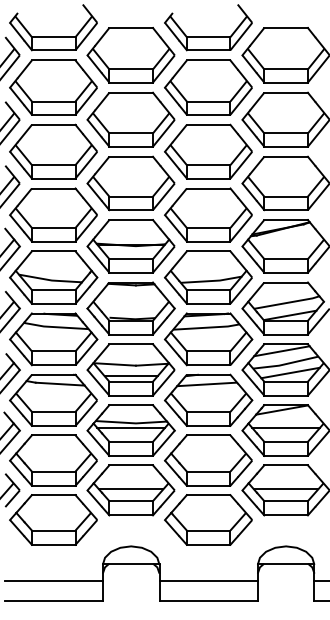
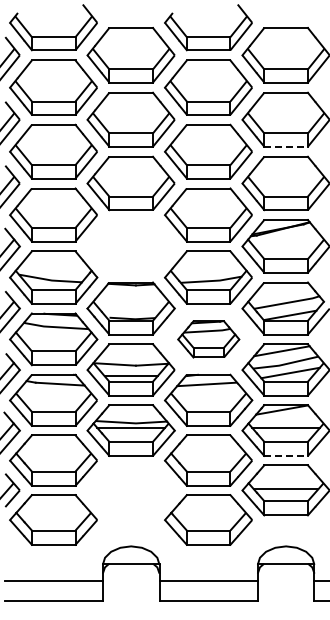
line at (286, 146): solid -> dashed
part at (130, 246): present -> none
part at (208, 339) size: 90x55 px -> 64x39 px
line at (286, 455): solid -> dashed
part at (130, 490): present -> none
